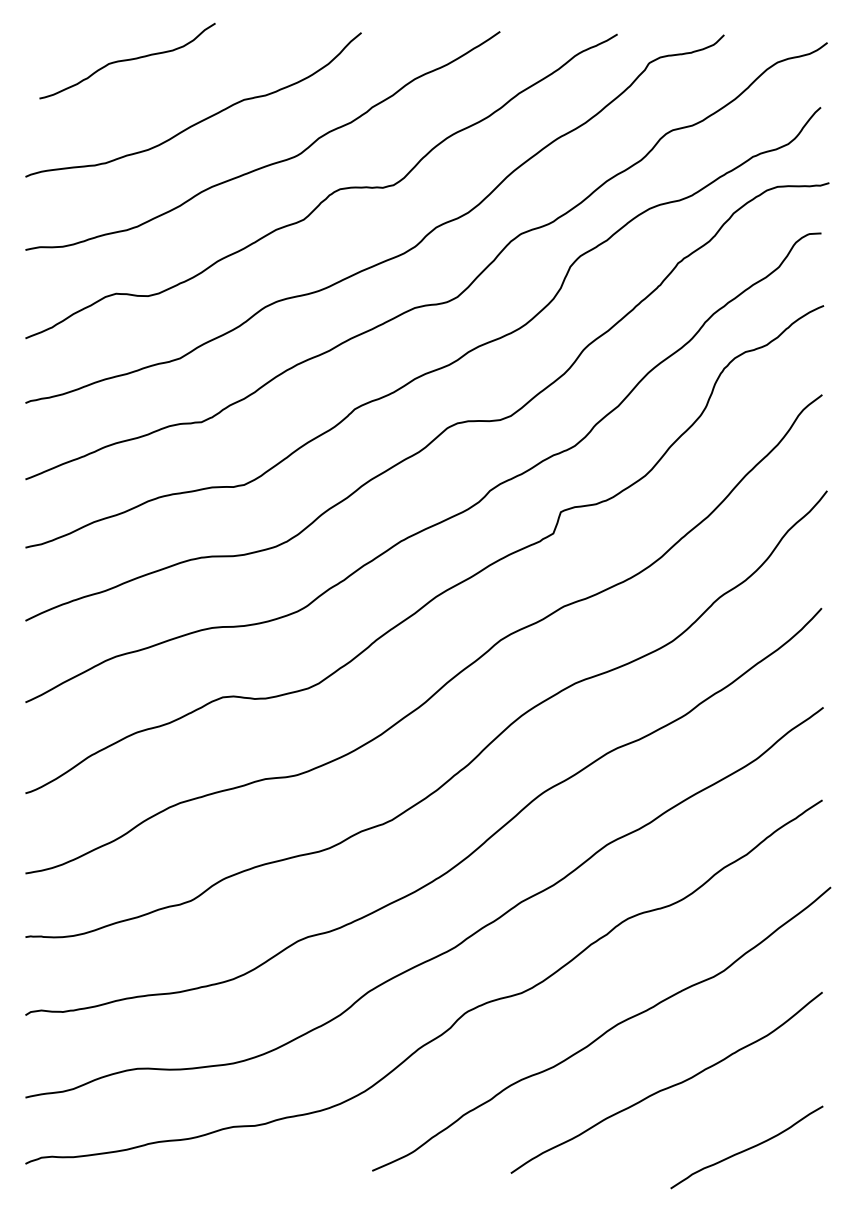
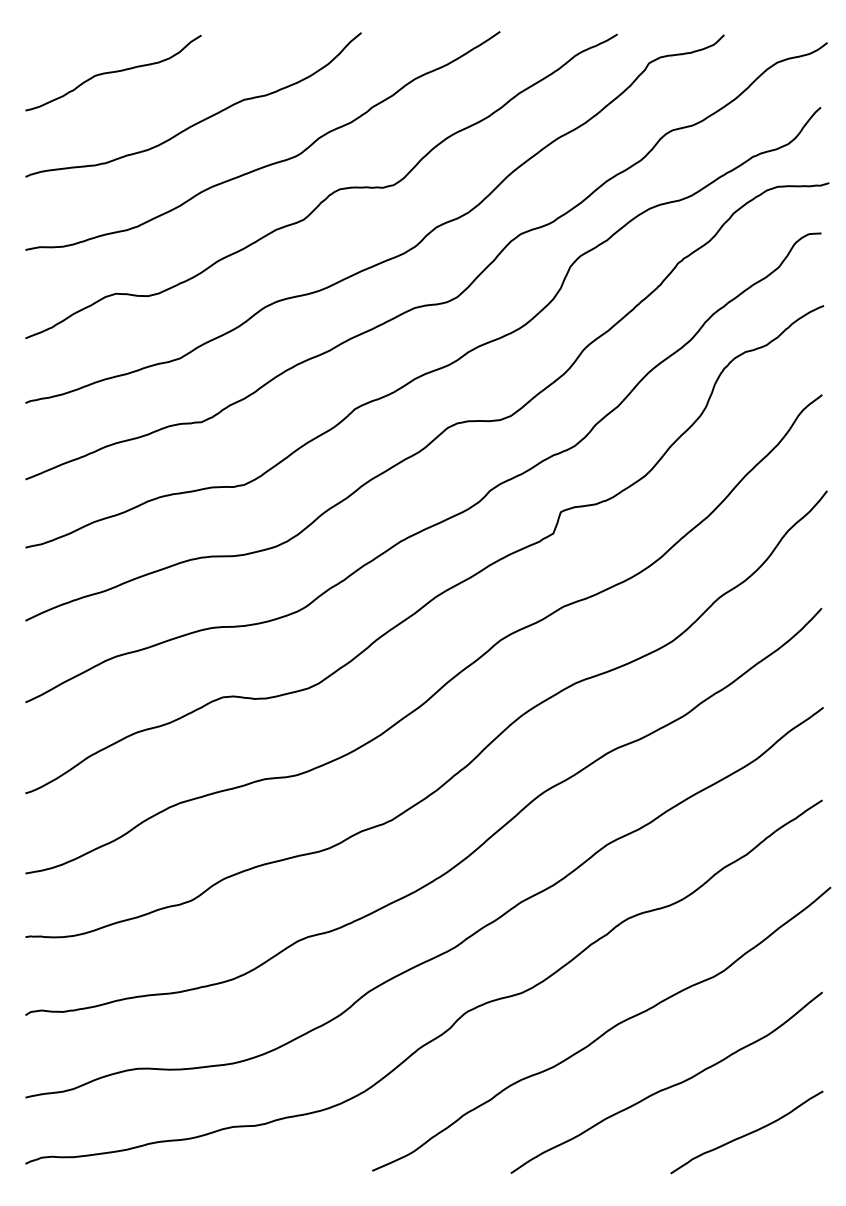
curve at (127, 60) position: (127, 60) -> (113, 72)
curve at (747, 1148) position: (747, 1148) -> (747, 1133)
